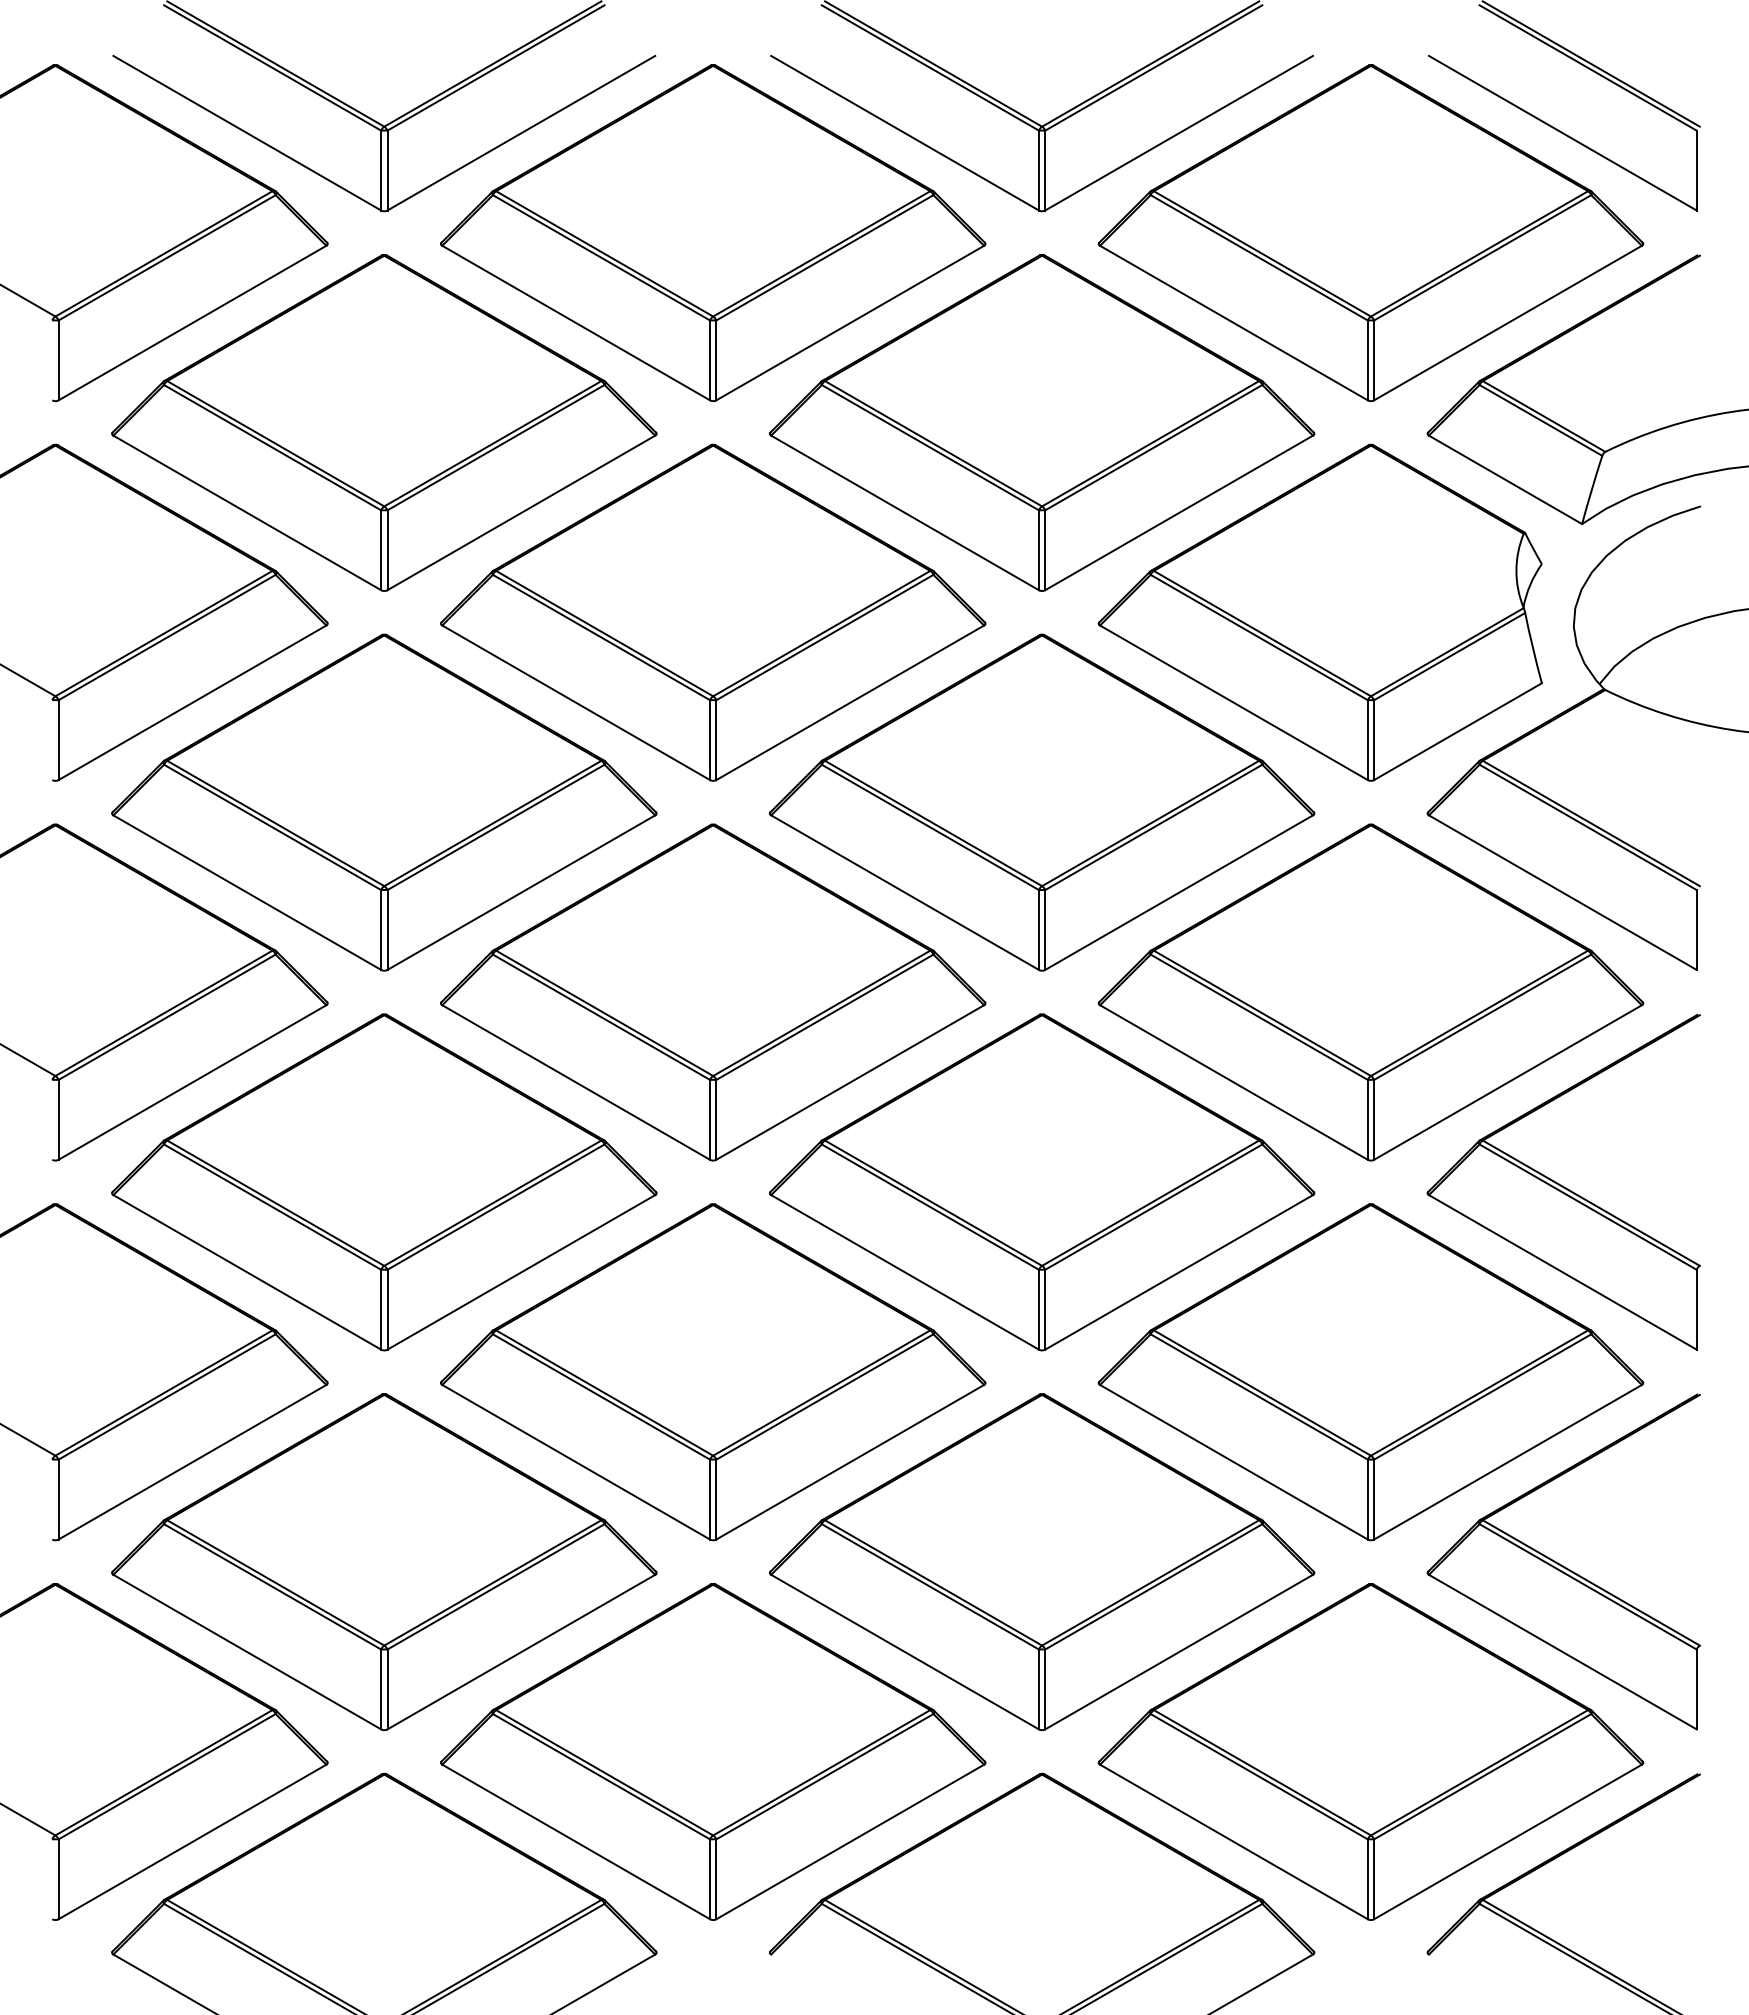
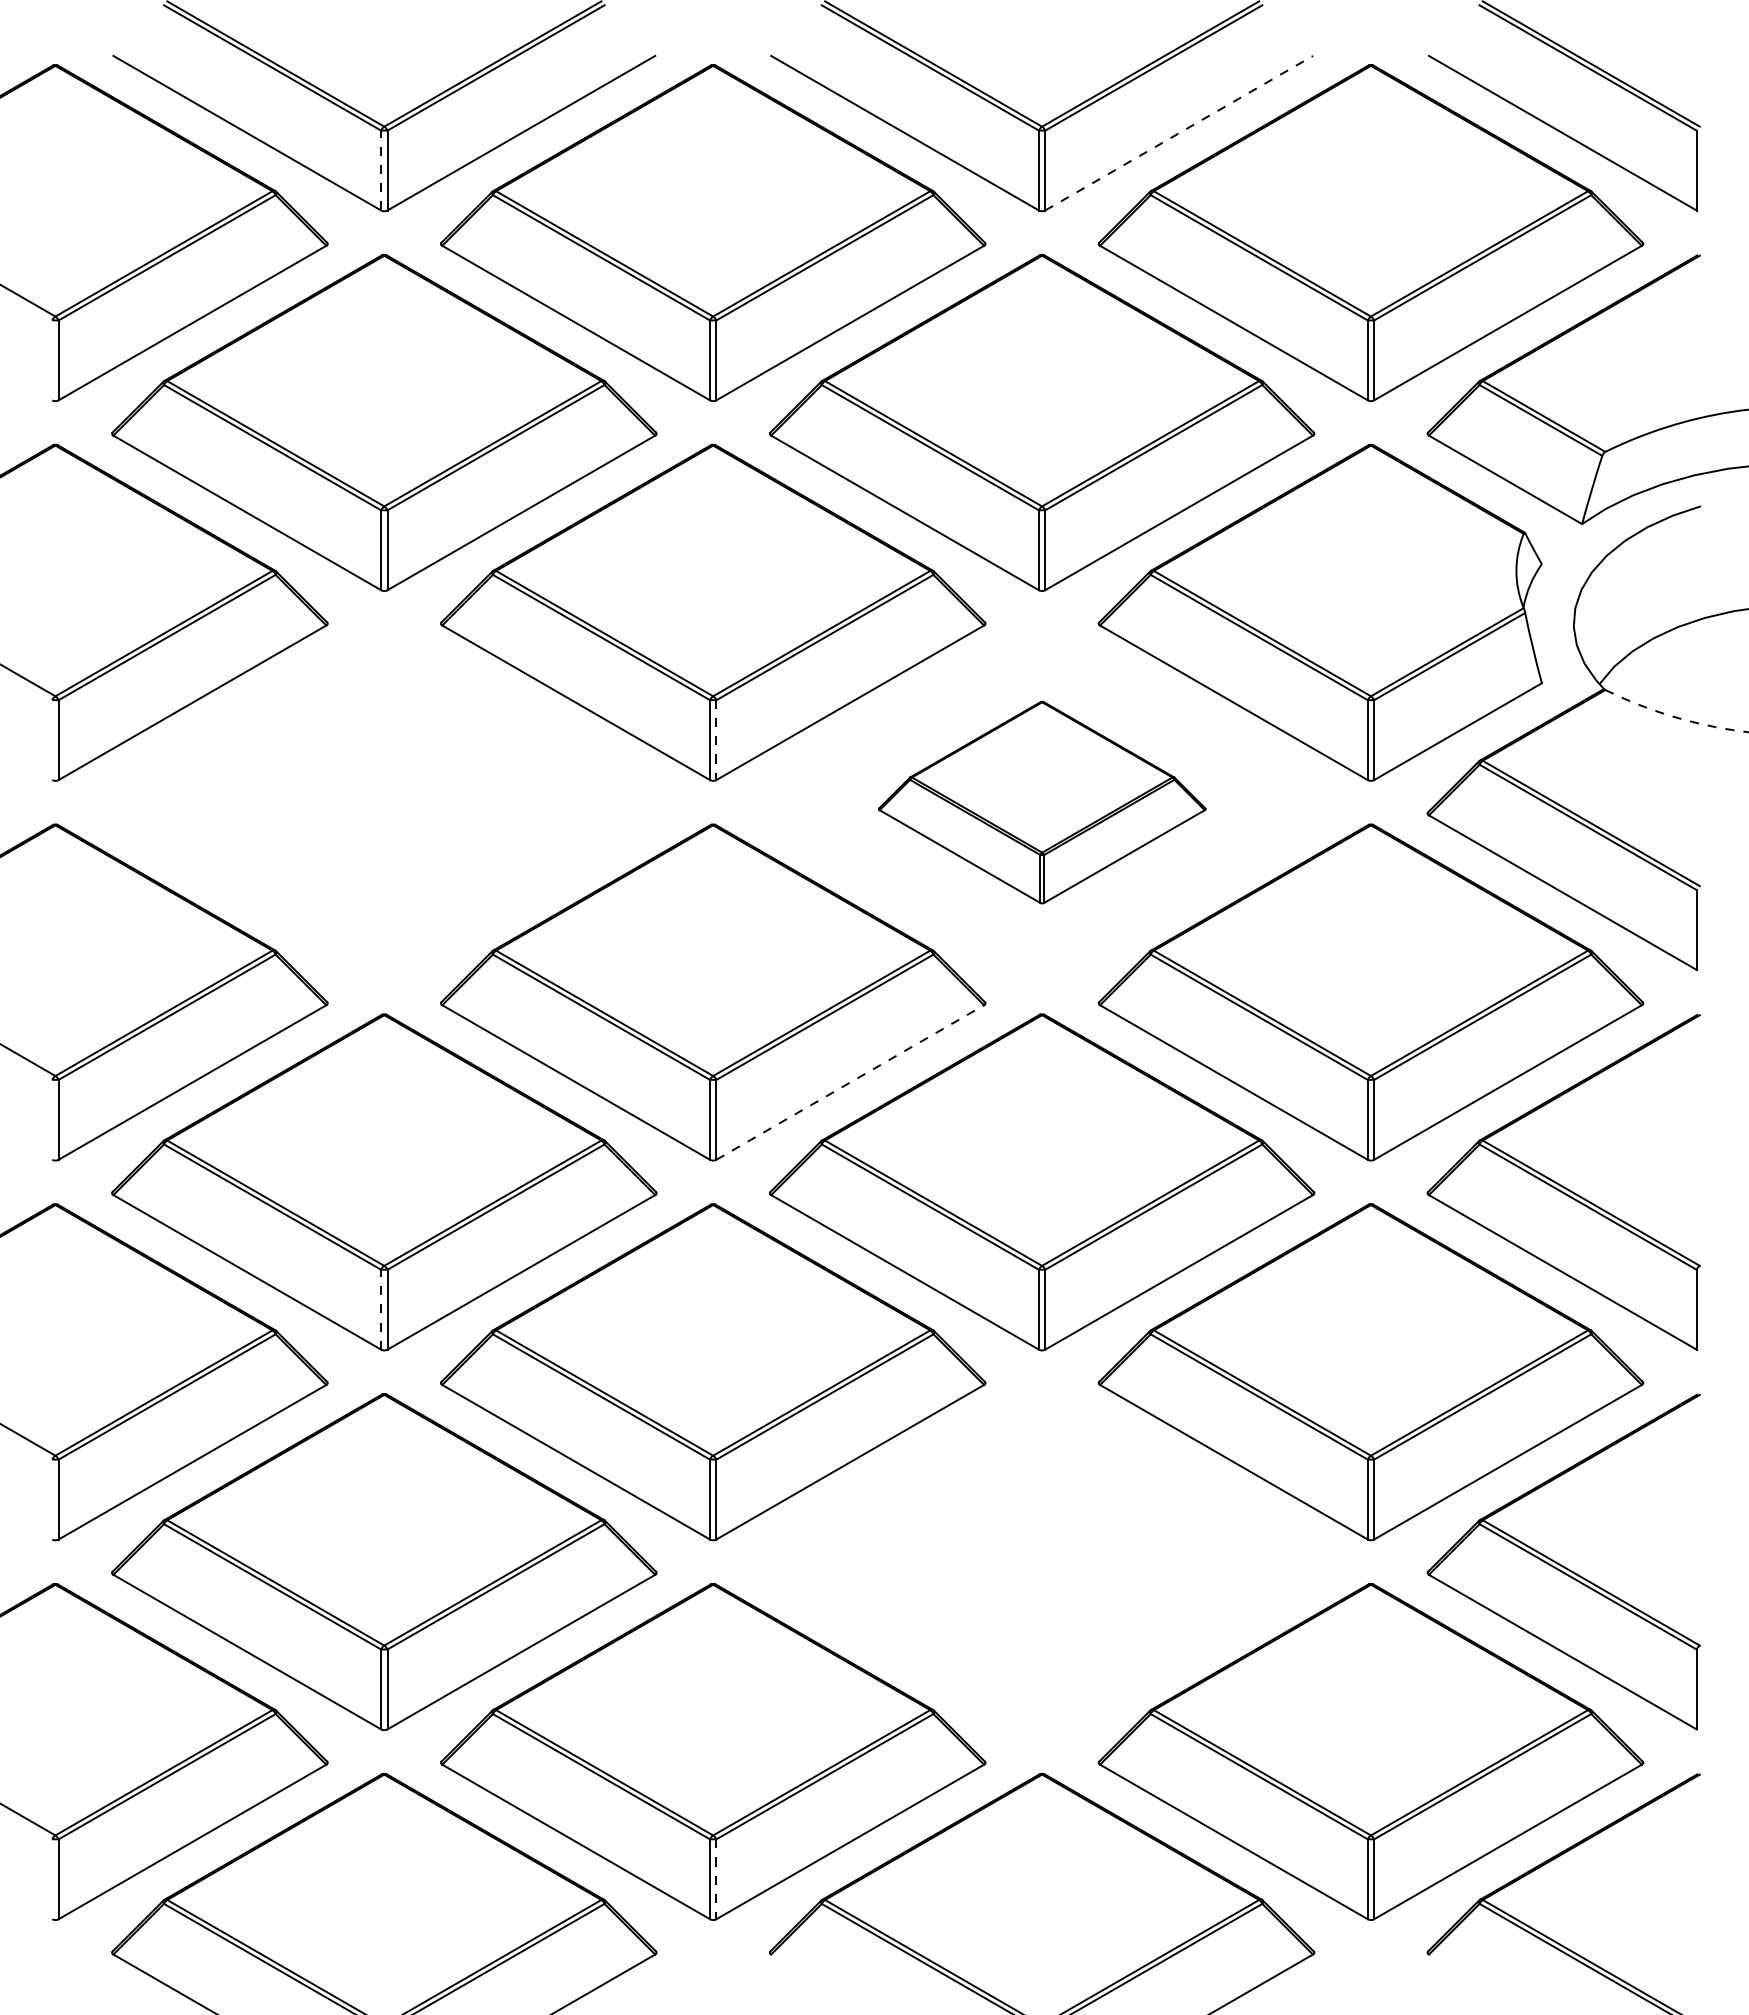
line at (1179, 133): solid -> dashed
line at (381, 170): solid -> dashed
arc at (1675, 717): solid -> dashed
line at (716, 740): solid -> dashed
part at (384, 802): present -> none
part at (1042, 802) size: 547x339 px -> 329x205 px
line at (850, 1082): solid -> dashed
line at (381, 1309): solid -> dashed
part at (1042, 1561): present -> none
line at (716, 1879): solid -> dashed
